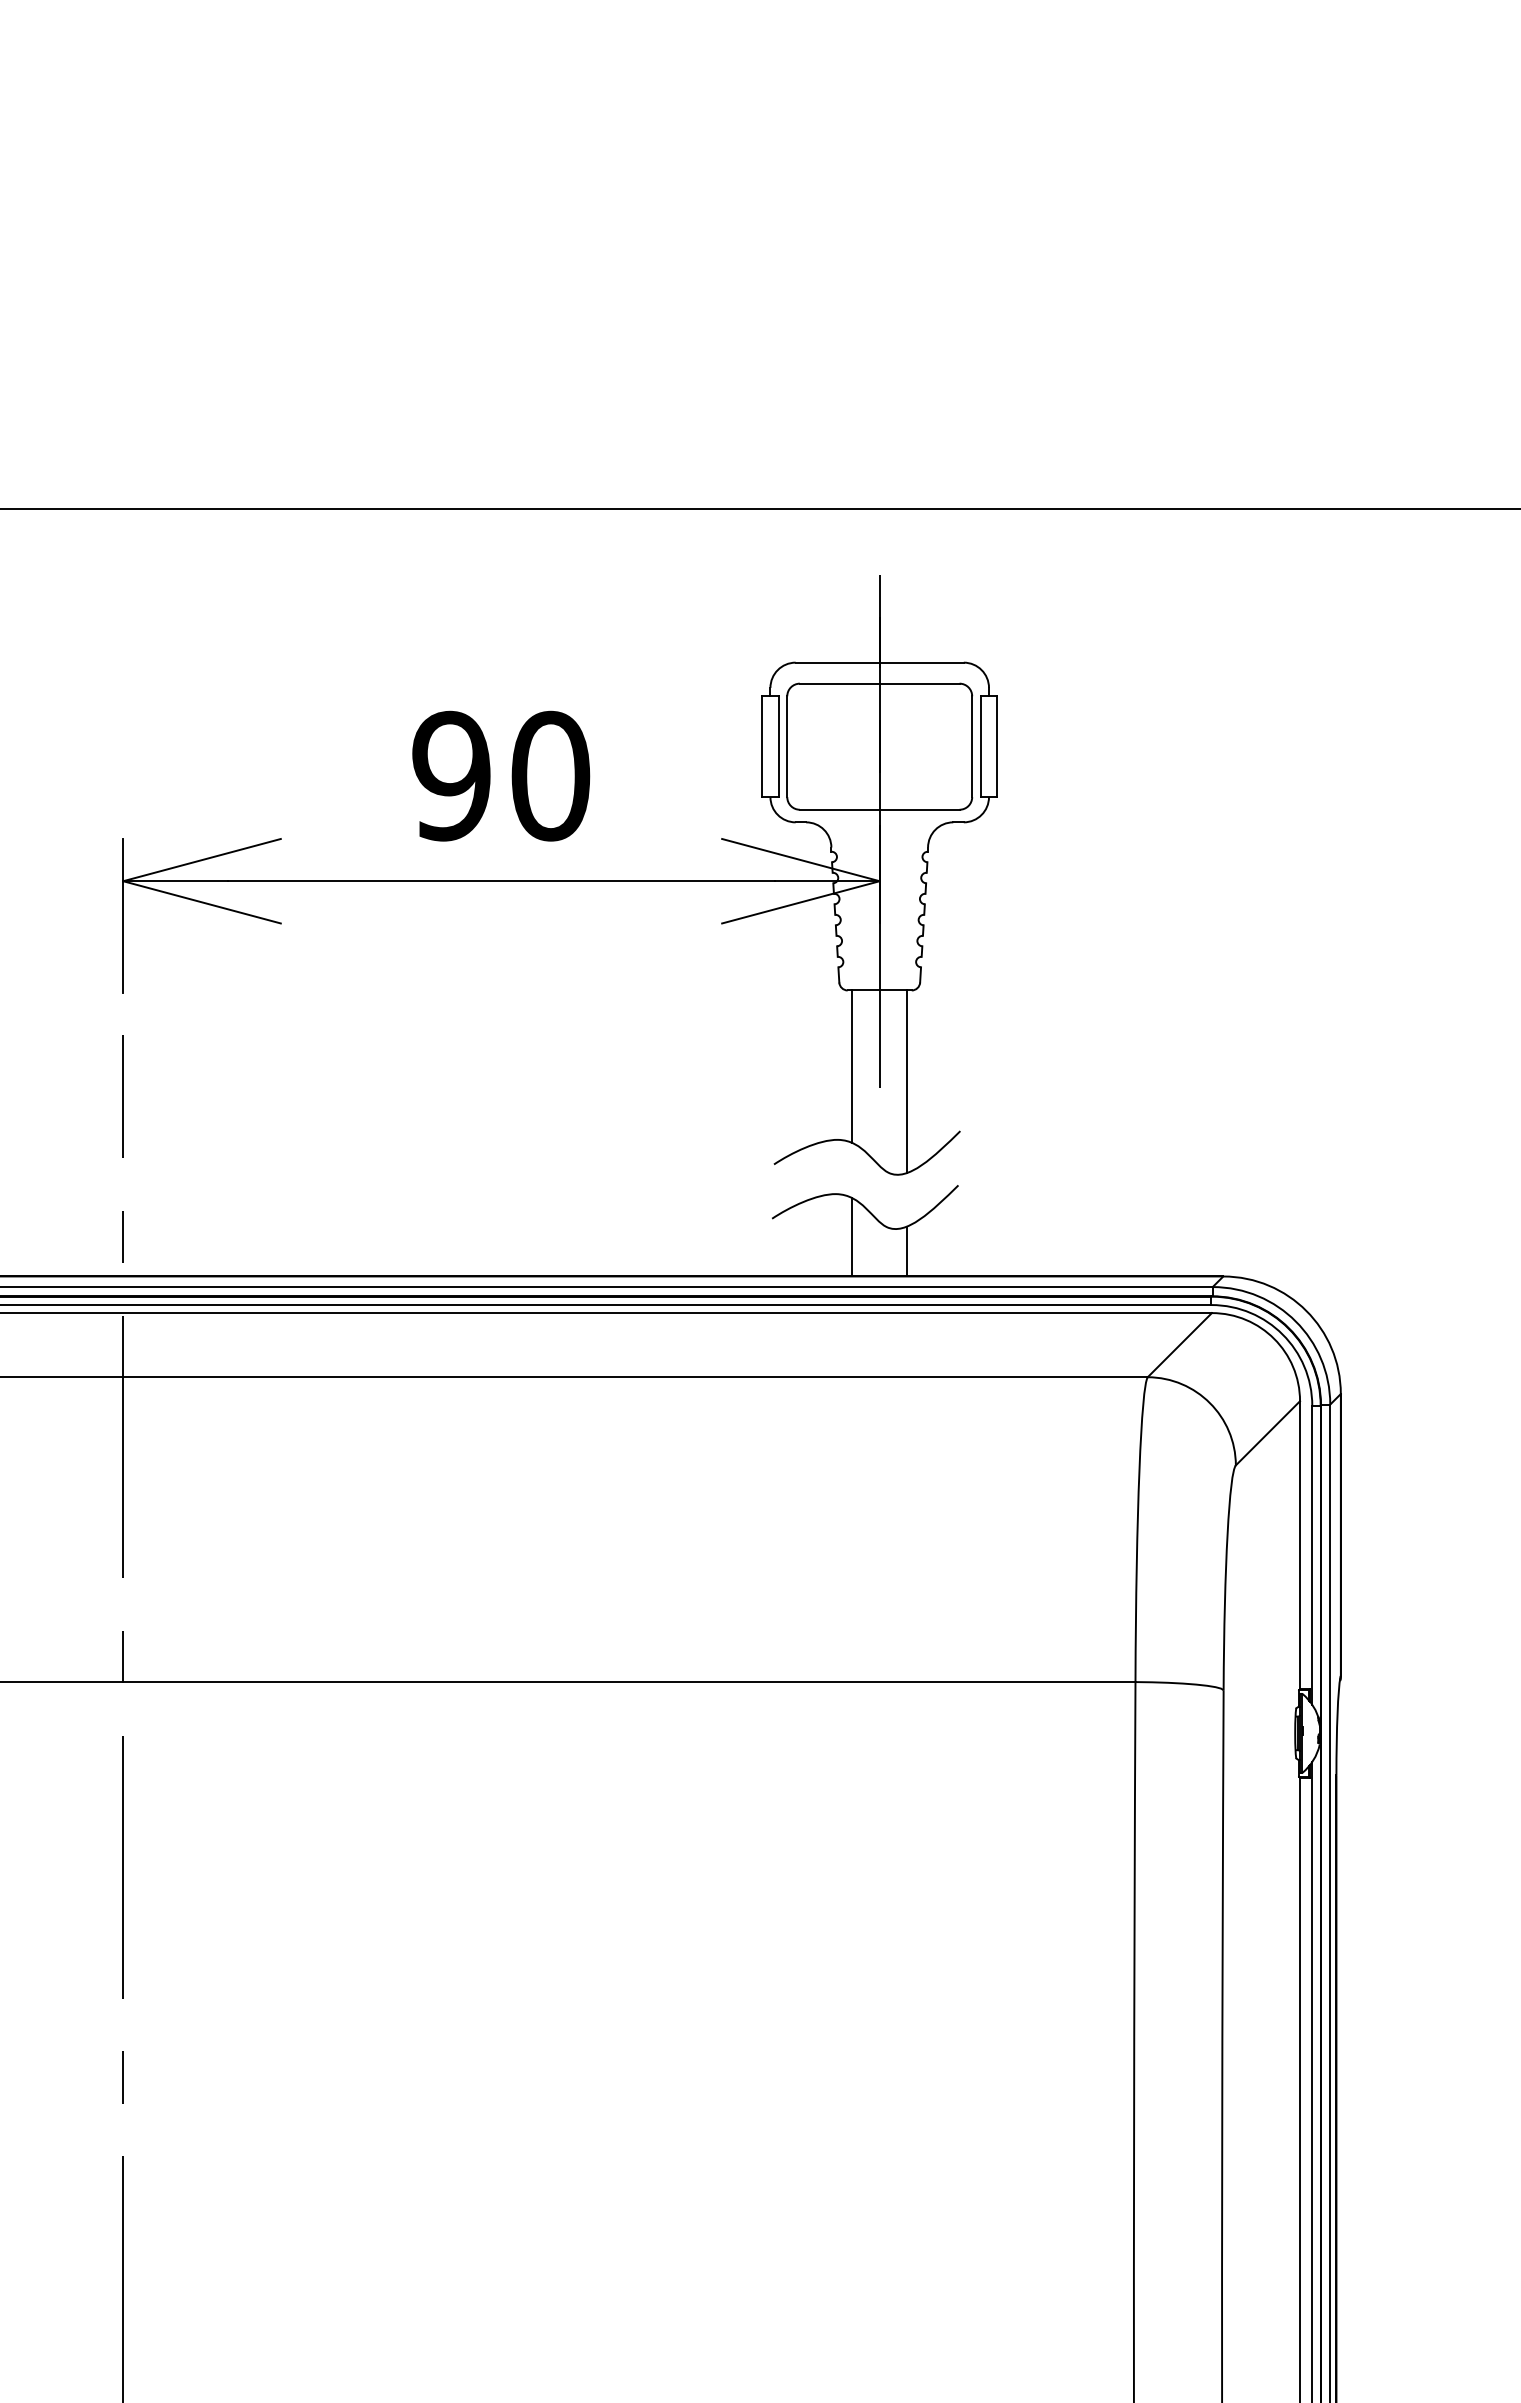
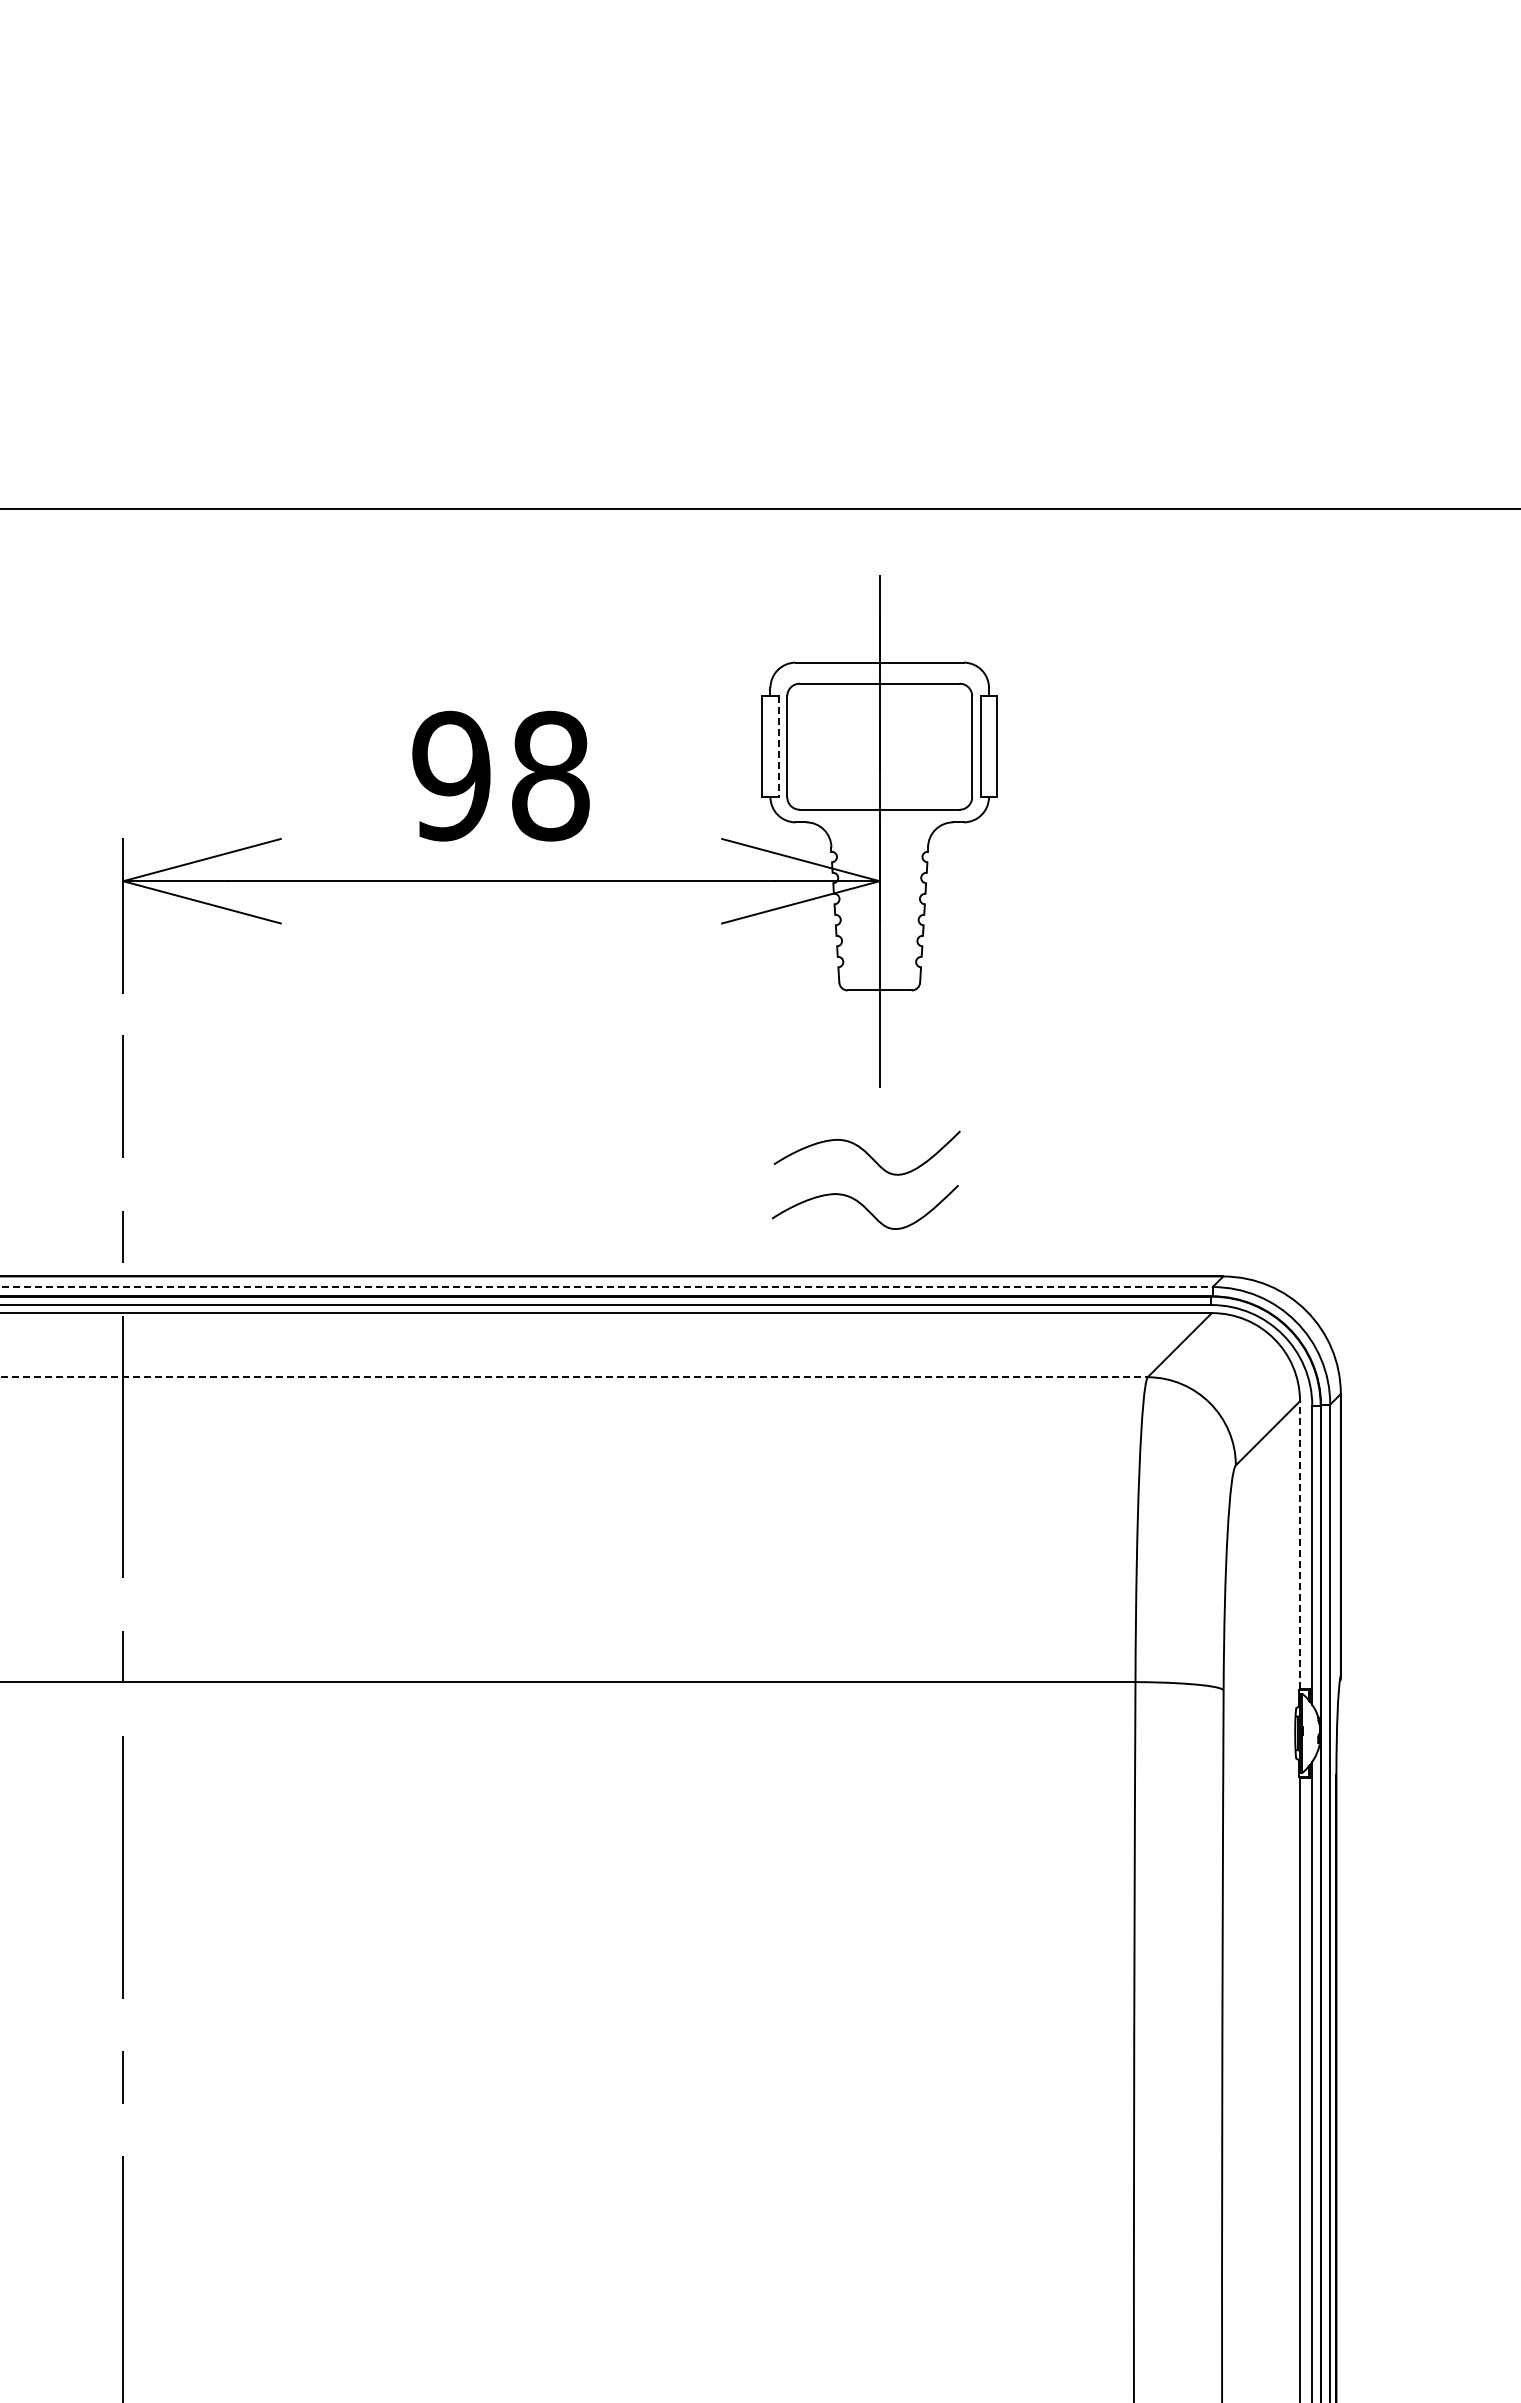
line at (778, 747): solid -> dashed
text at (550, 776): 90 -> 98
line at (852, 1066): present -> none
line at (907, 1081): present -> none
line at (852, 1237): present -> none
line at (907, 1251): present -> none
line at (607, 1287): solid -> dashed
line at (574, 1377): solid -> dashed
line at (1300, 1544): solid -> dashed
